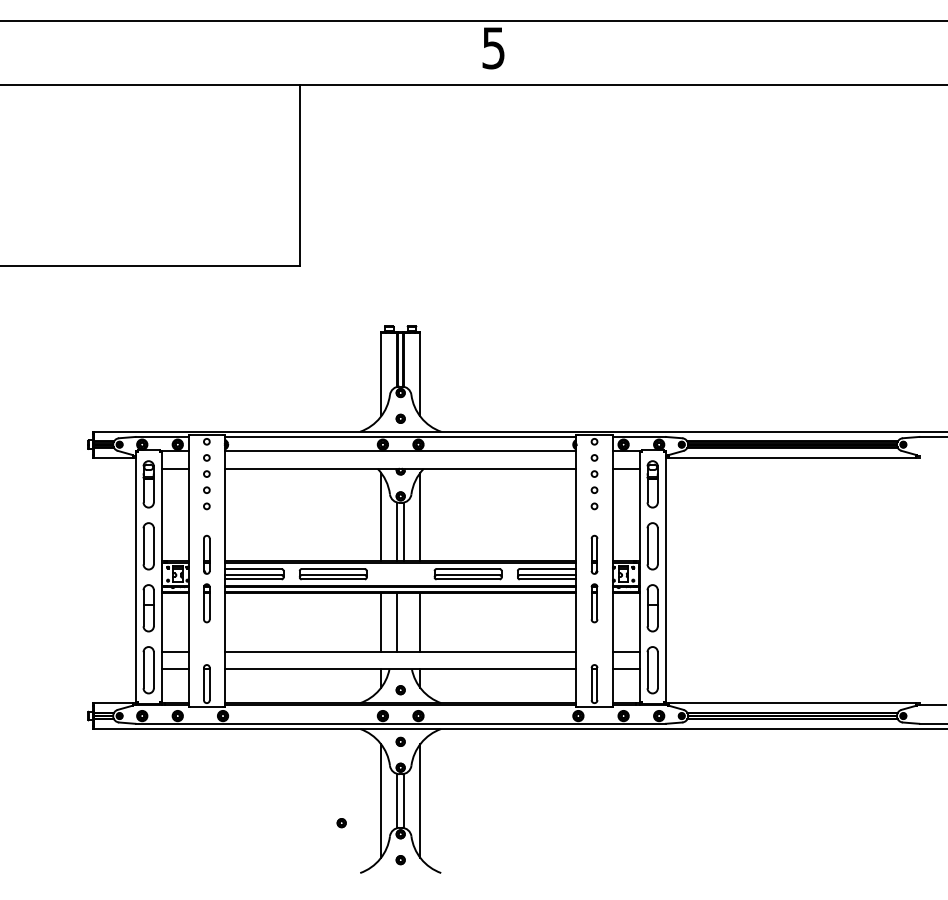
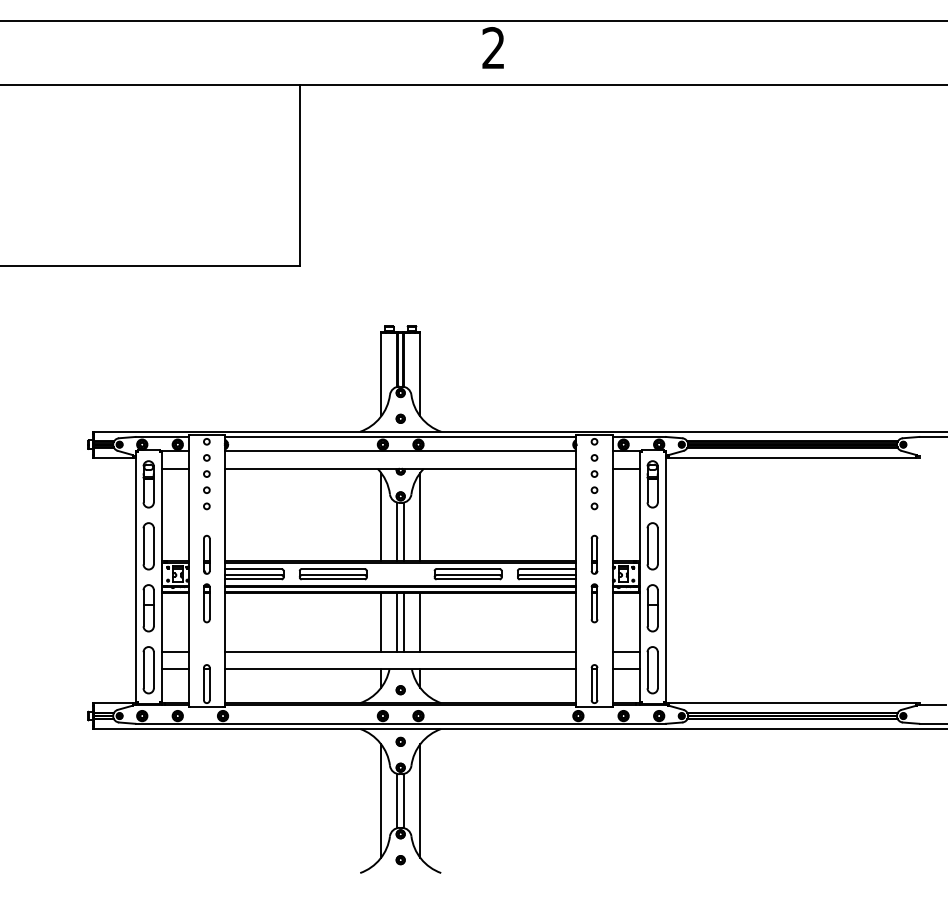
text at (493, 48): 5 -> 2
line at (404, 622): none -> present
part at (341, 823): present -> none
